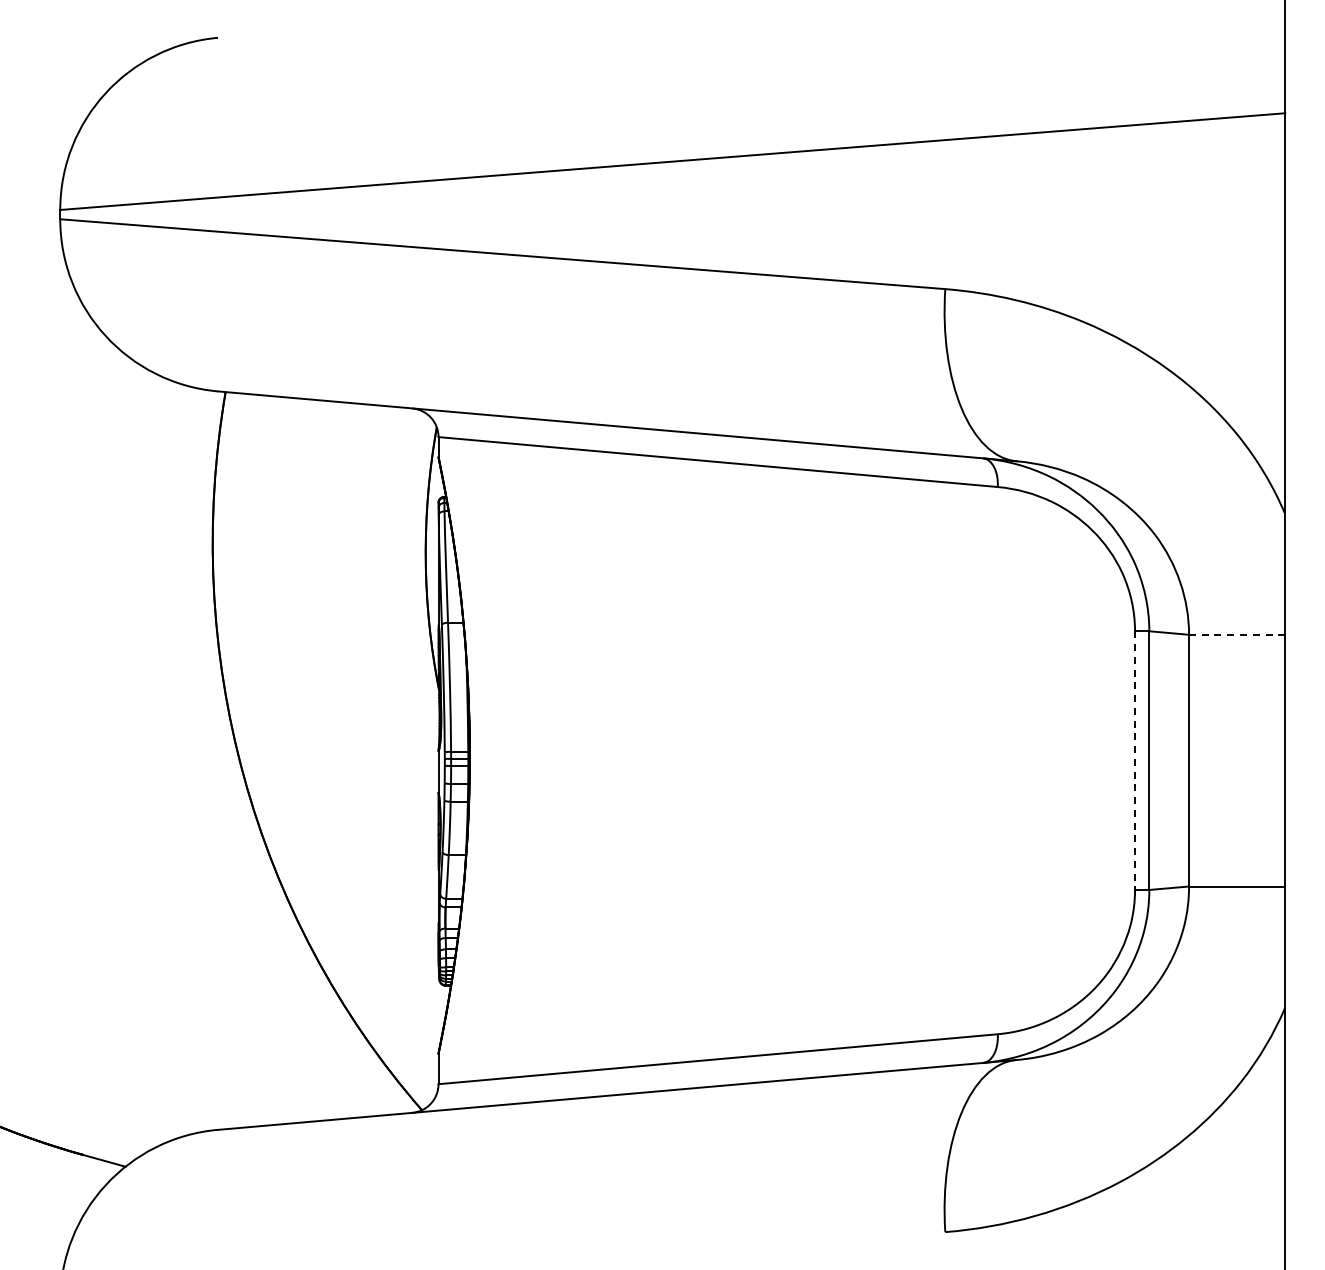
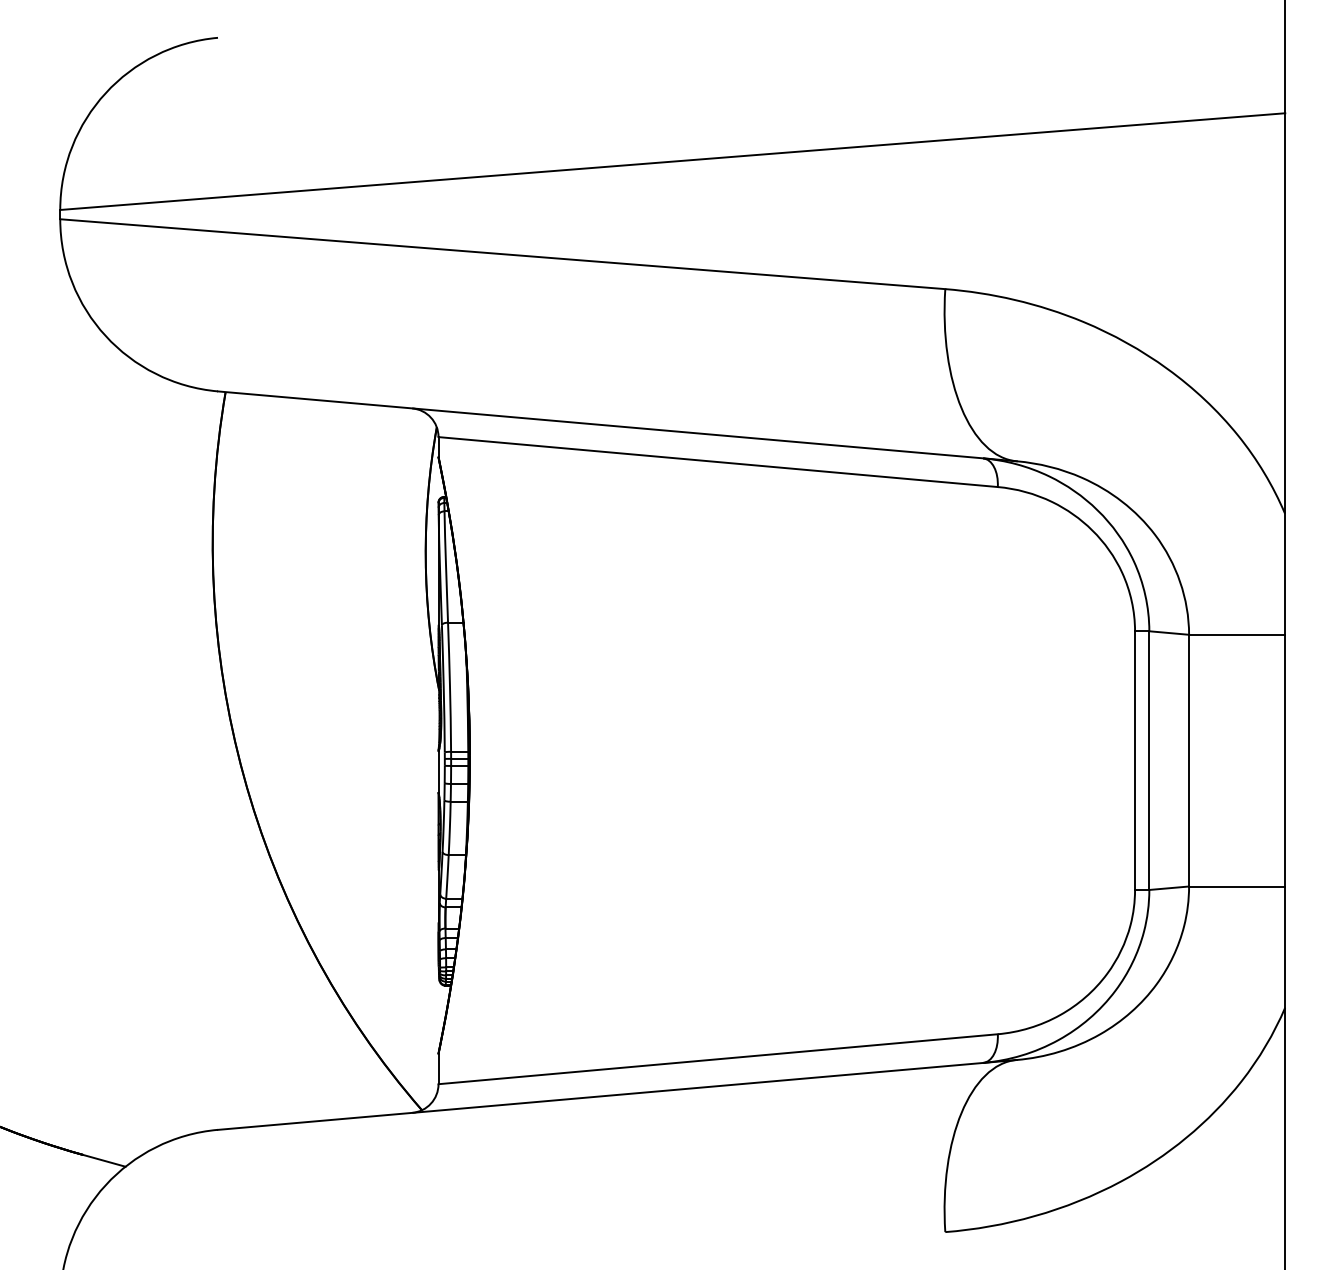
line at (1236, 634): dashed -> solid
line at (1135, 761): dashed -> solid
